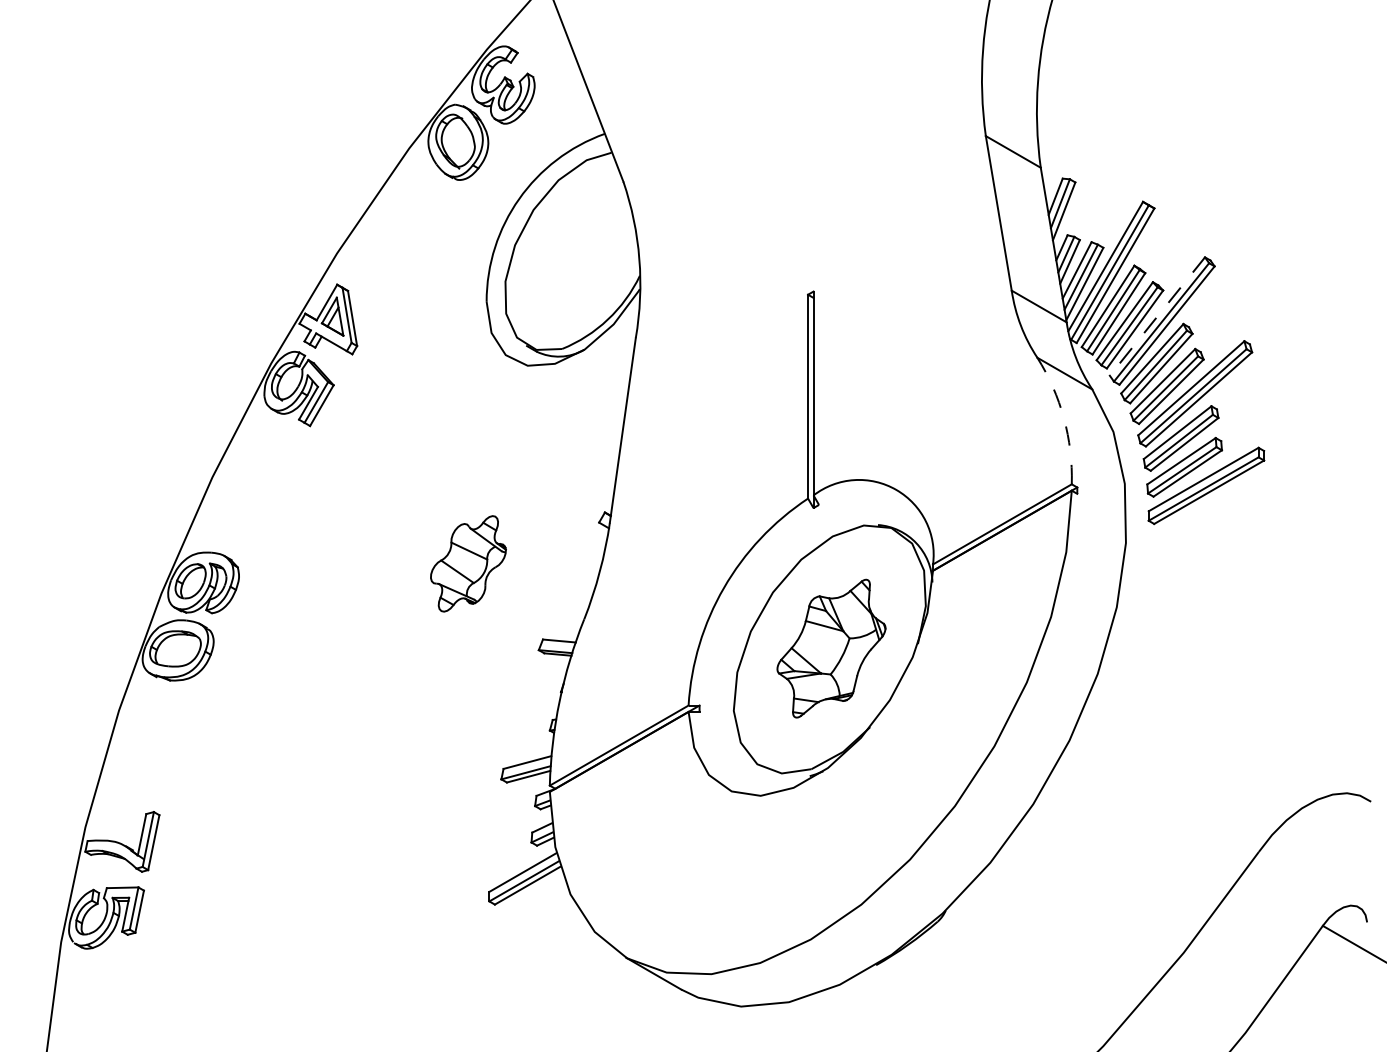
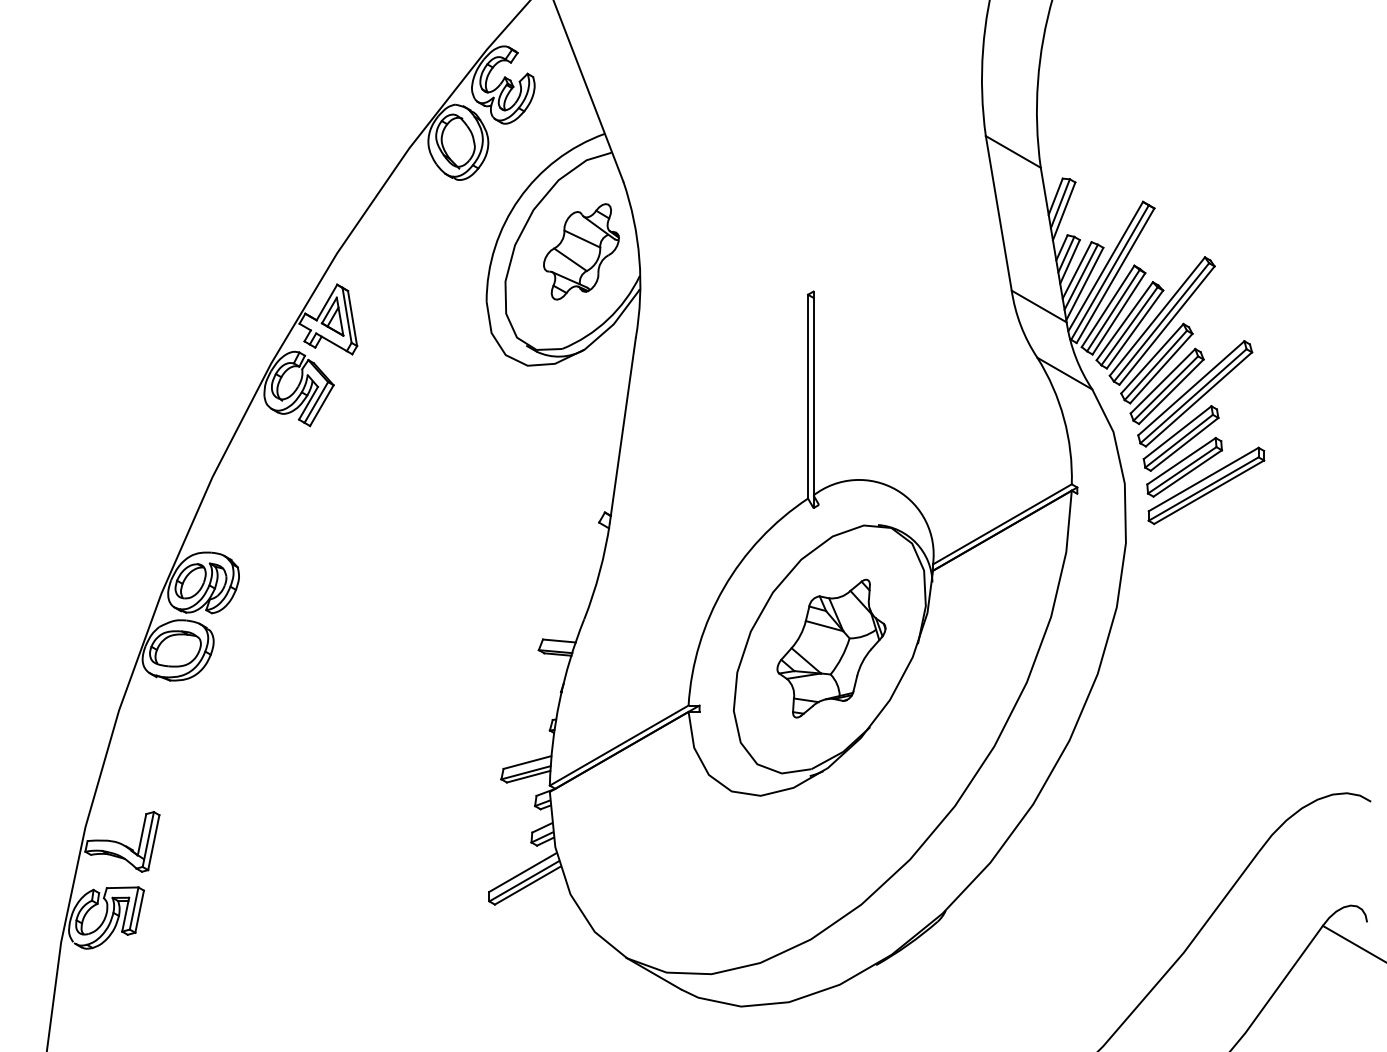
line at (1157, 316): dashed -> solid
arc at (1063, 418): dashed -> solid
part at (468, 563) position: (468, 563) -> (581, 251)
